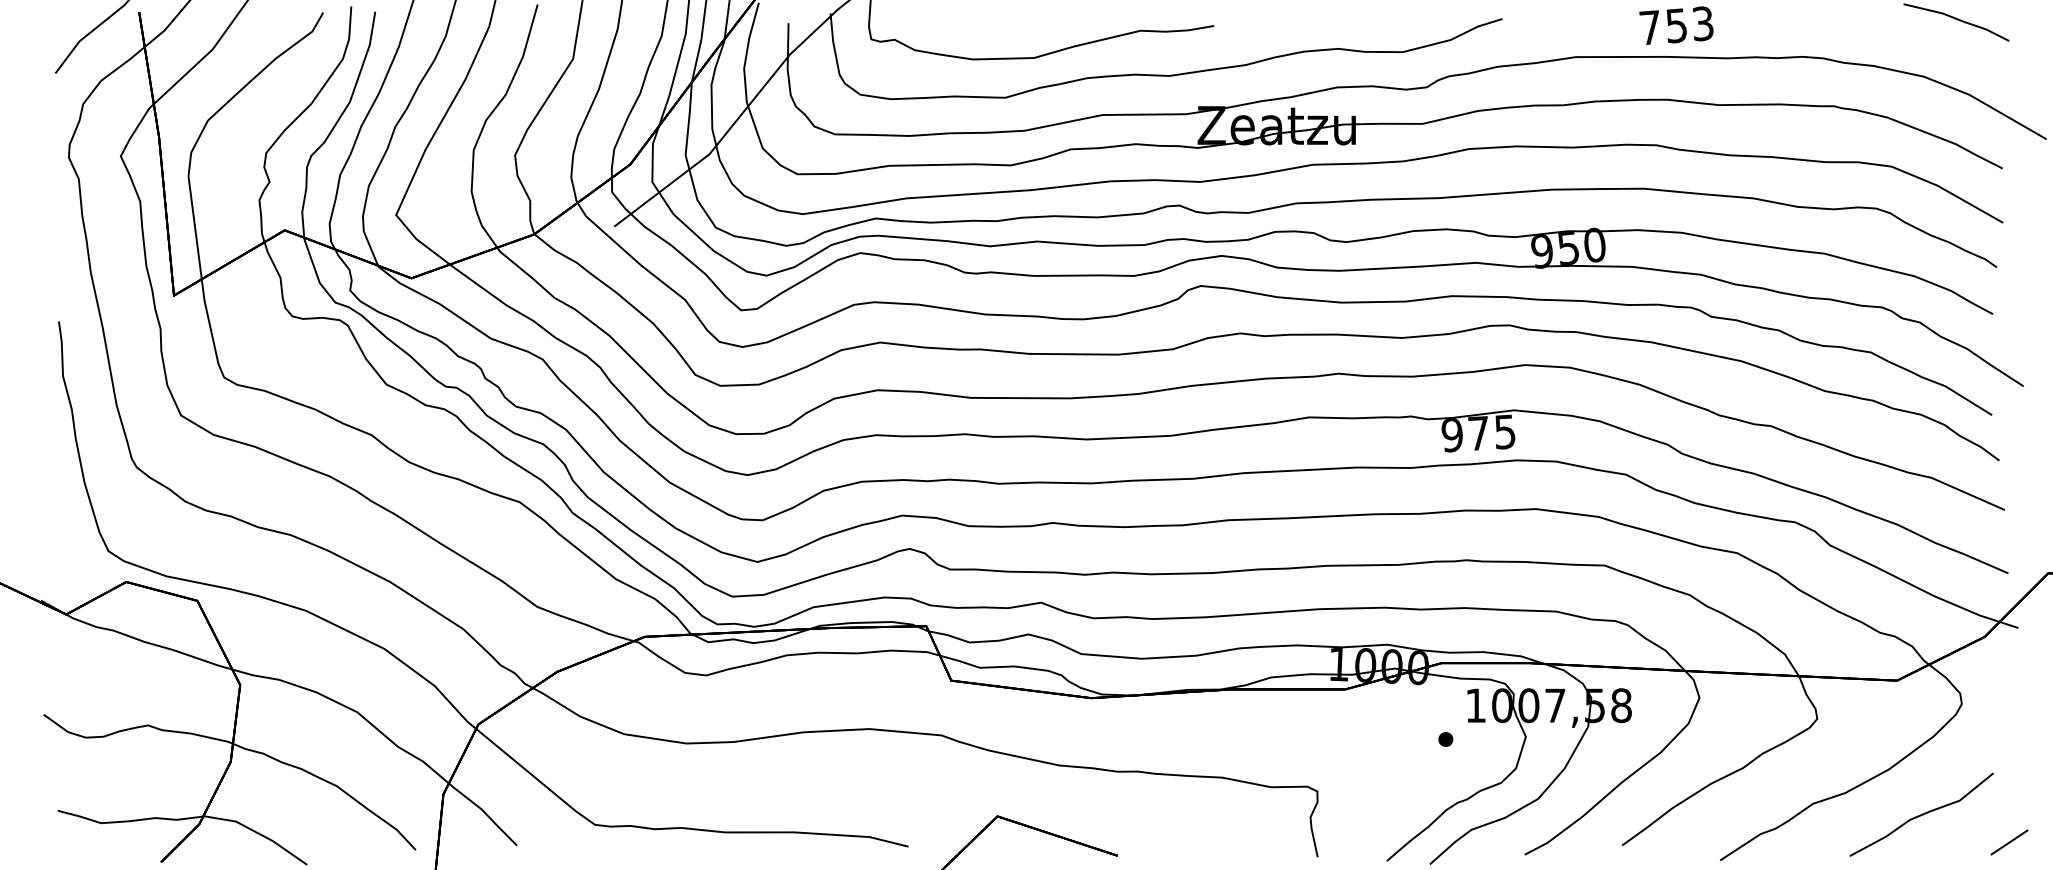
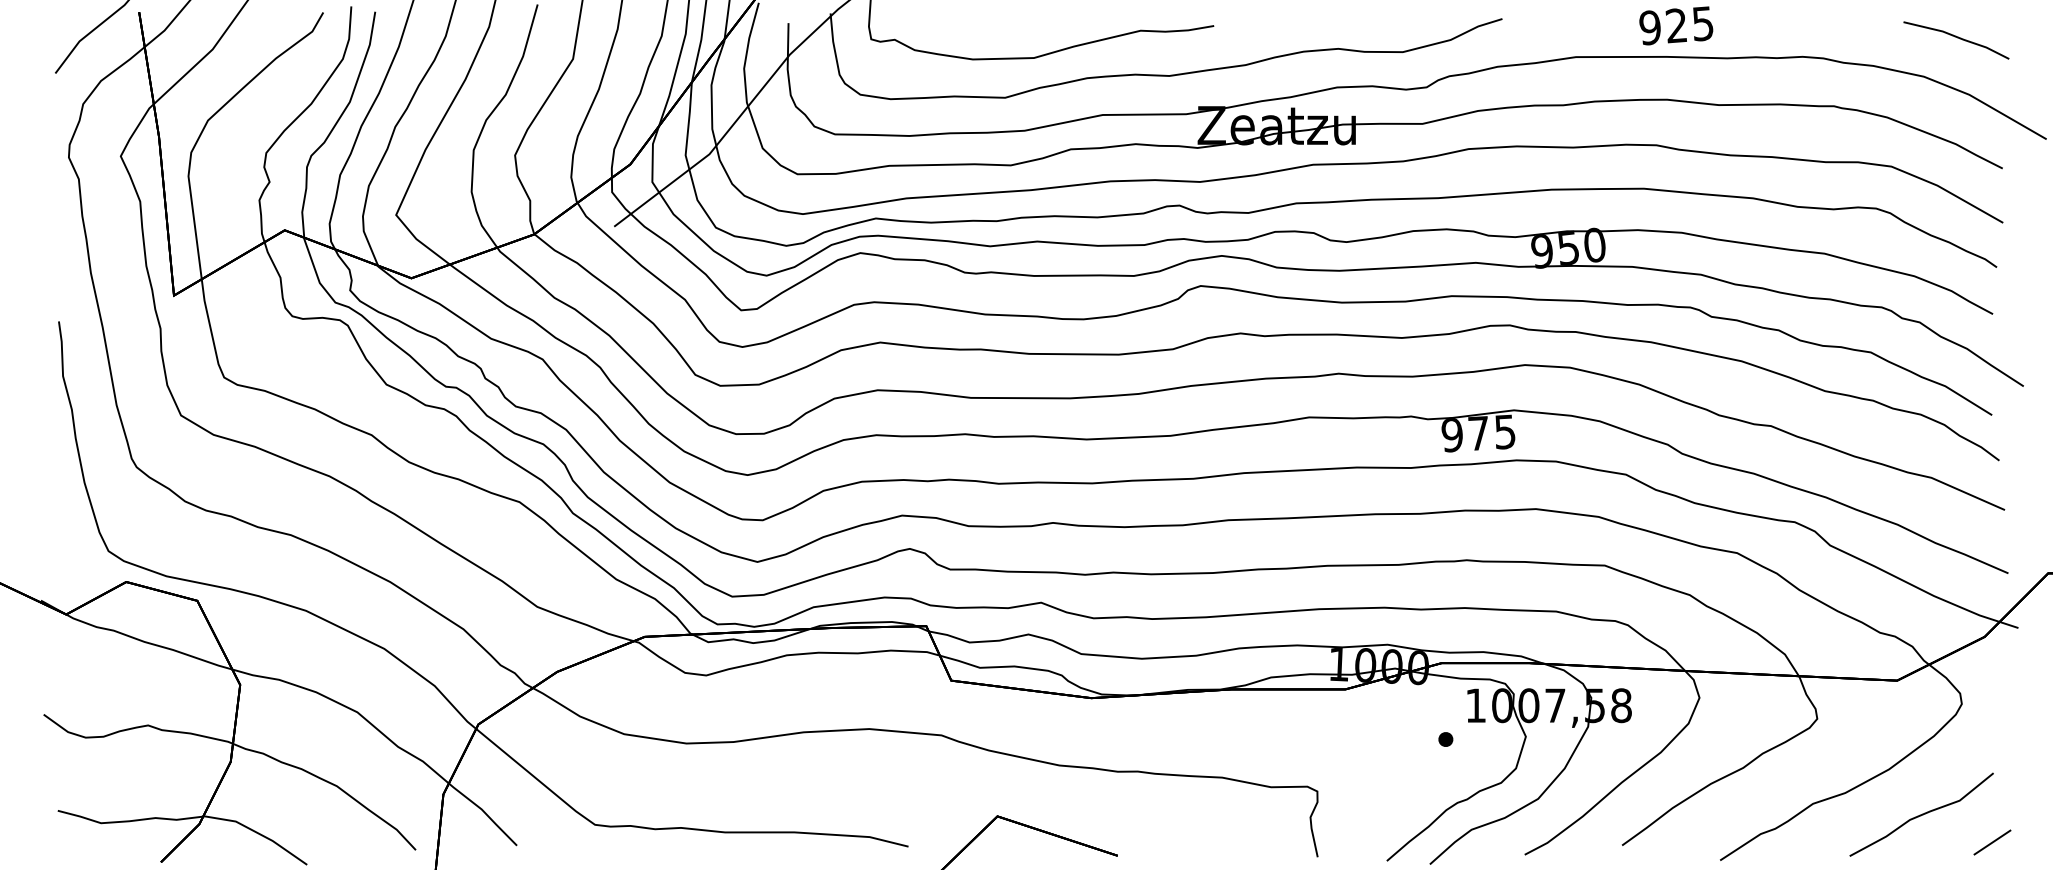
line at (1957, 20) position: (1957, 20) -> (1957, 38)
text at (1676, 25): 753 -> 925
line at (2009, 842) position: (2009, 842) -> (1992, 842)
